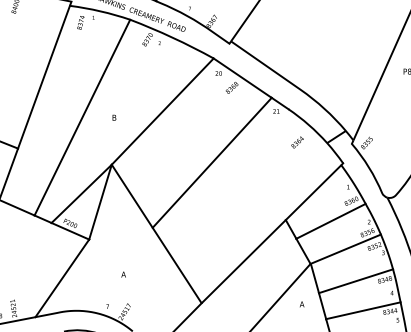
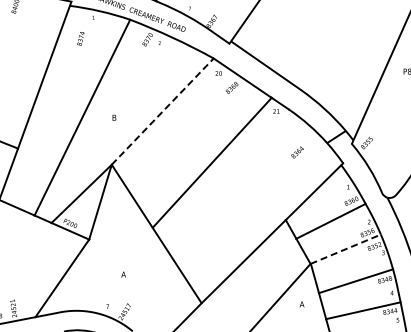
text at (80, 22) position: (80, 22) -> (80, 38)
line at (162, 111): solid -> dashed
text at (297, 142) position: (297, 142) -> (297, 152)
line at (346, 249): solid -> dashed
